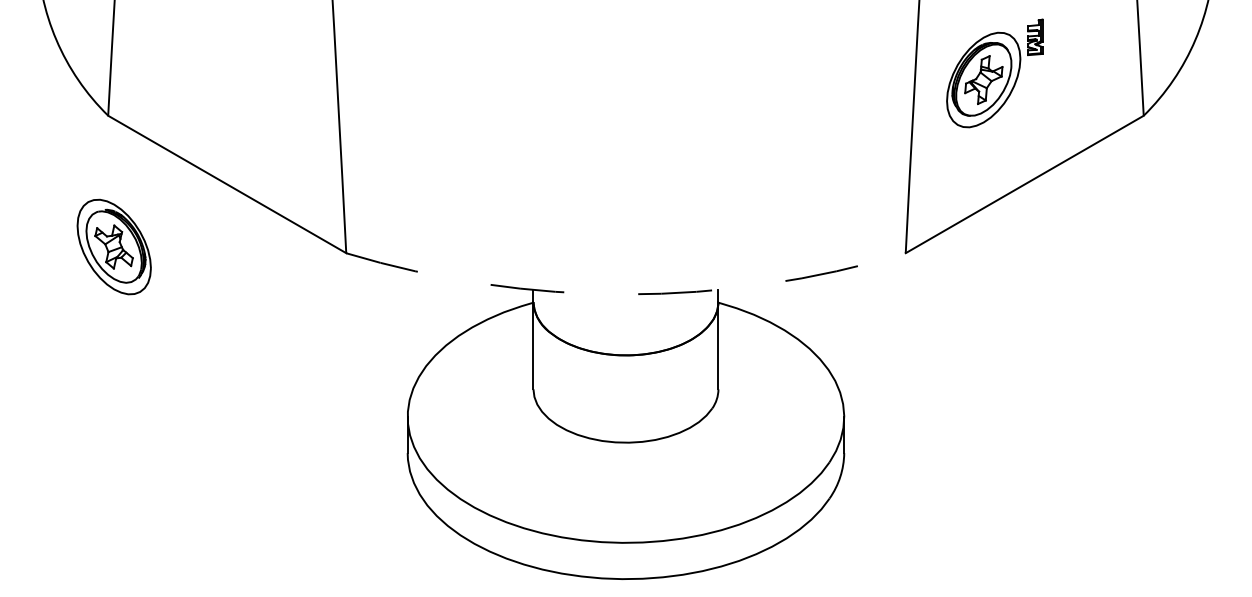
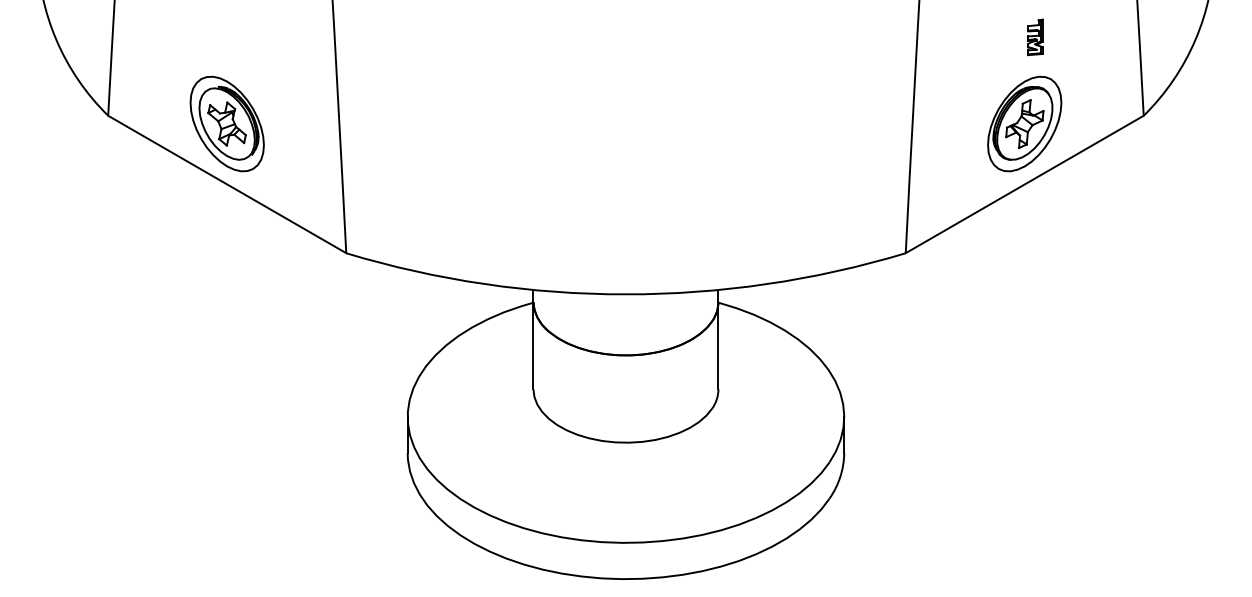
part at (983, 79) position: (983, 79) -> (1024, 123)
part at (113, 246) position: (113, 246) -> (226, 123)
arc at (625, 294): dashed -> solid
